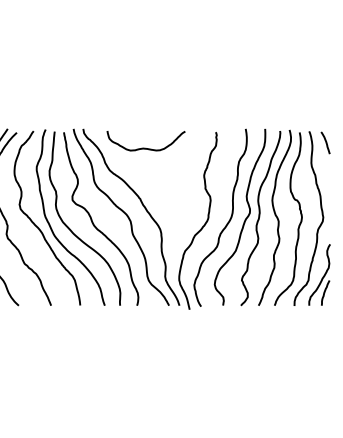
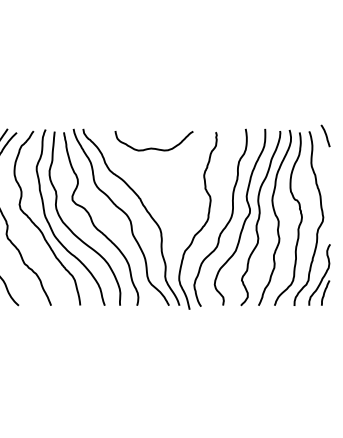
curve at (325, 142) position: (325, 142) -> (325, 135)
curve at (145, 147) position: (145, 147) -> (153, 147)
